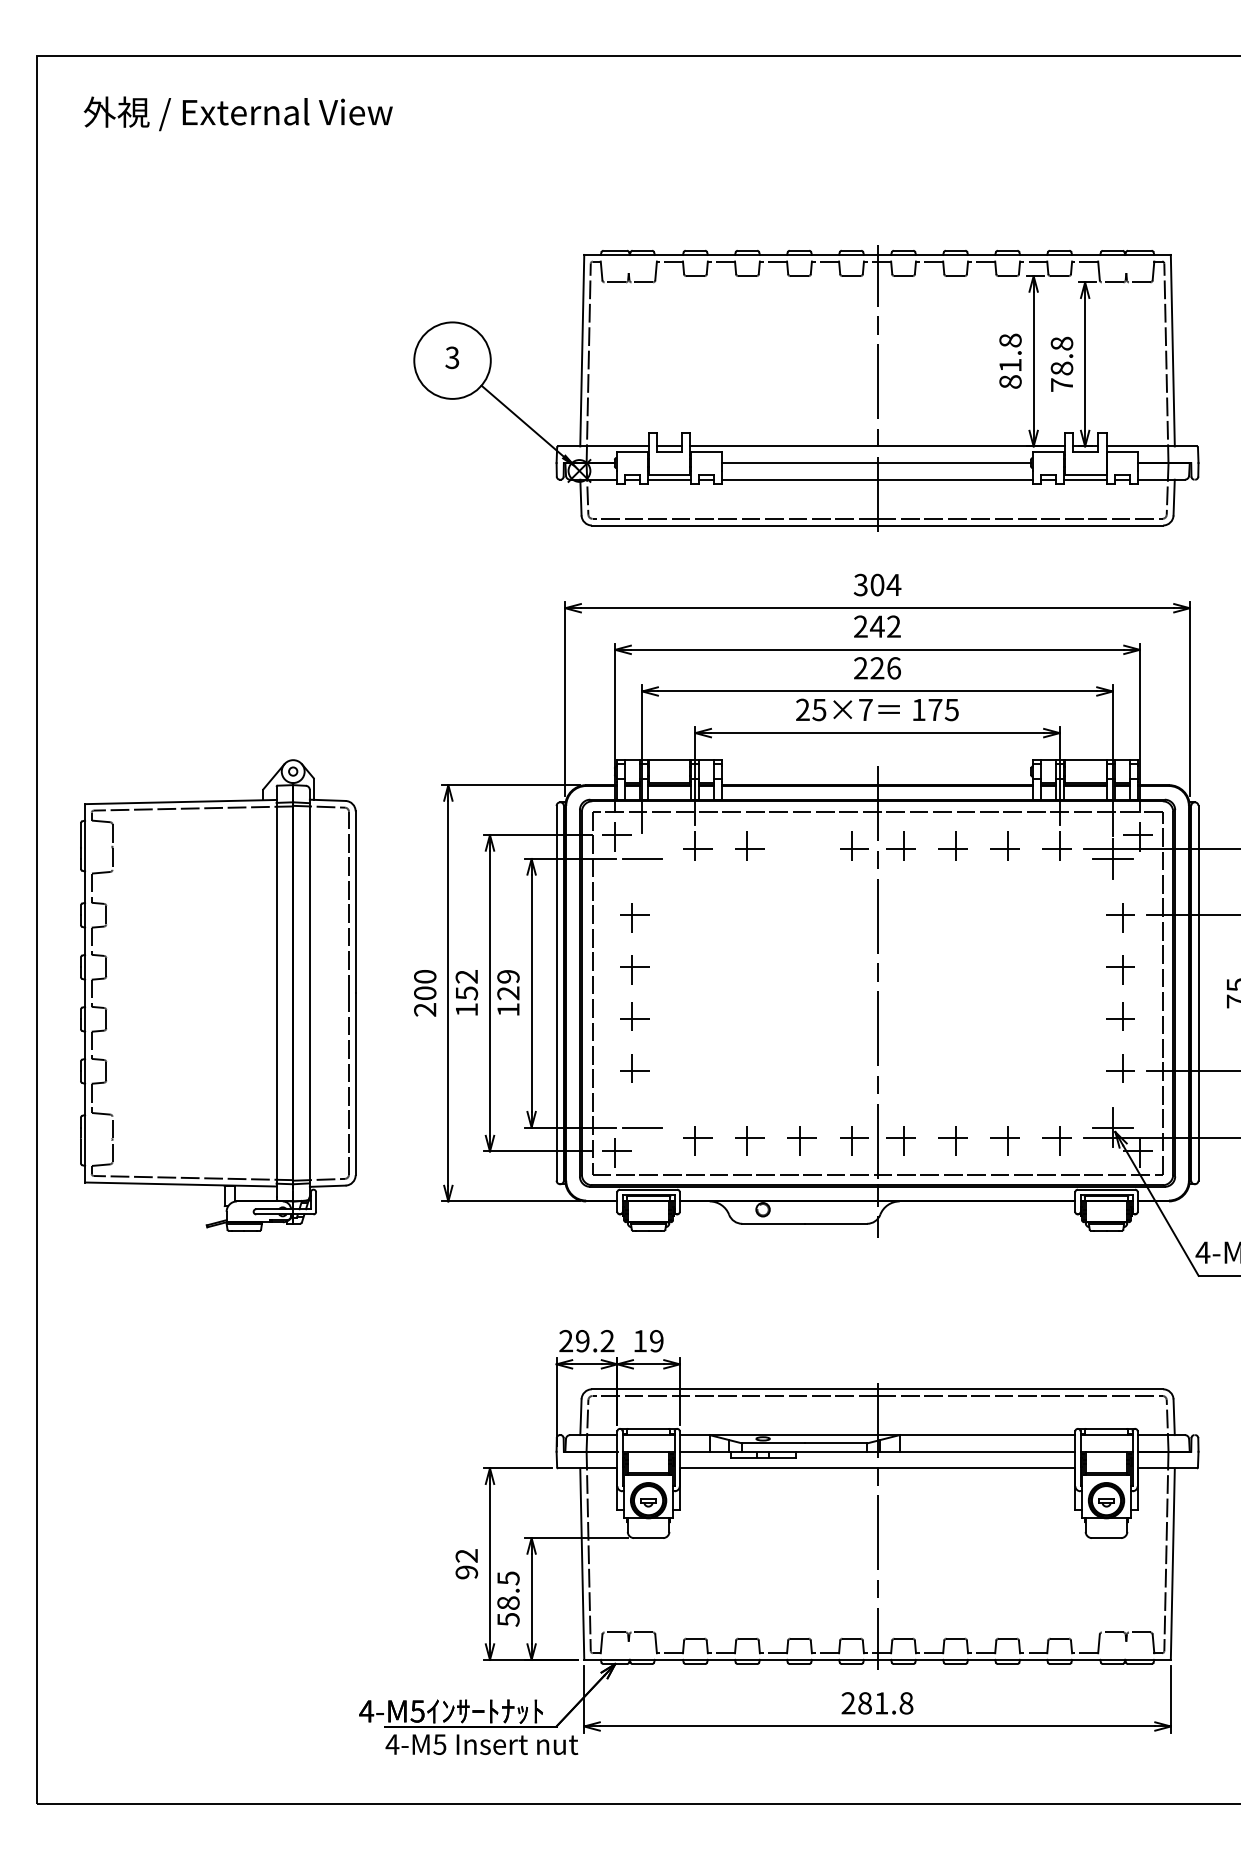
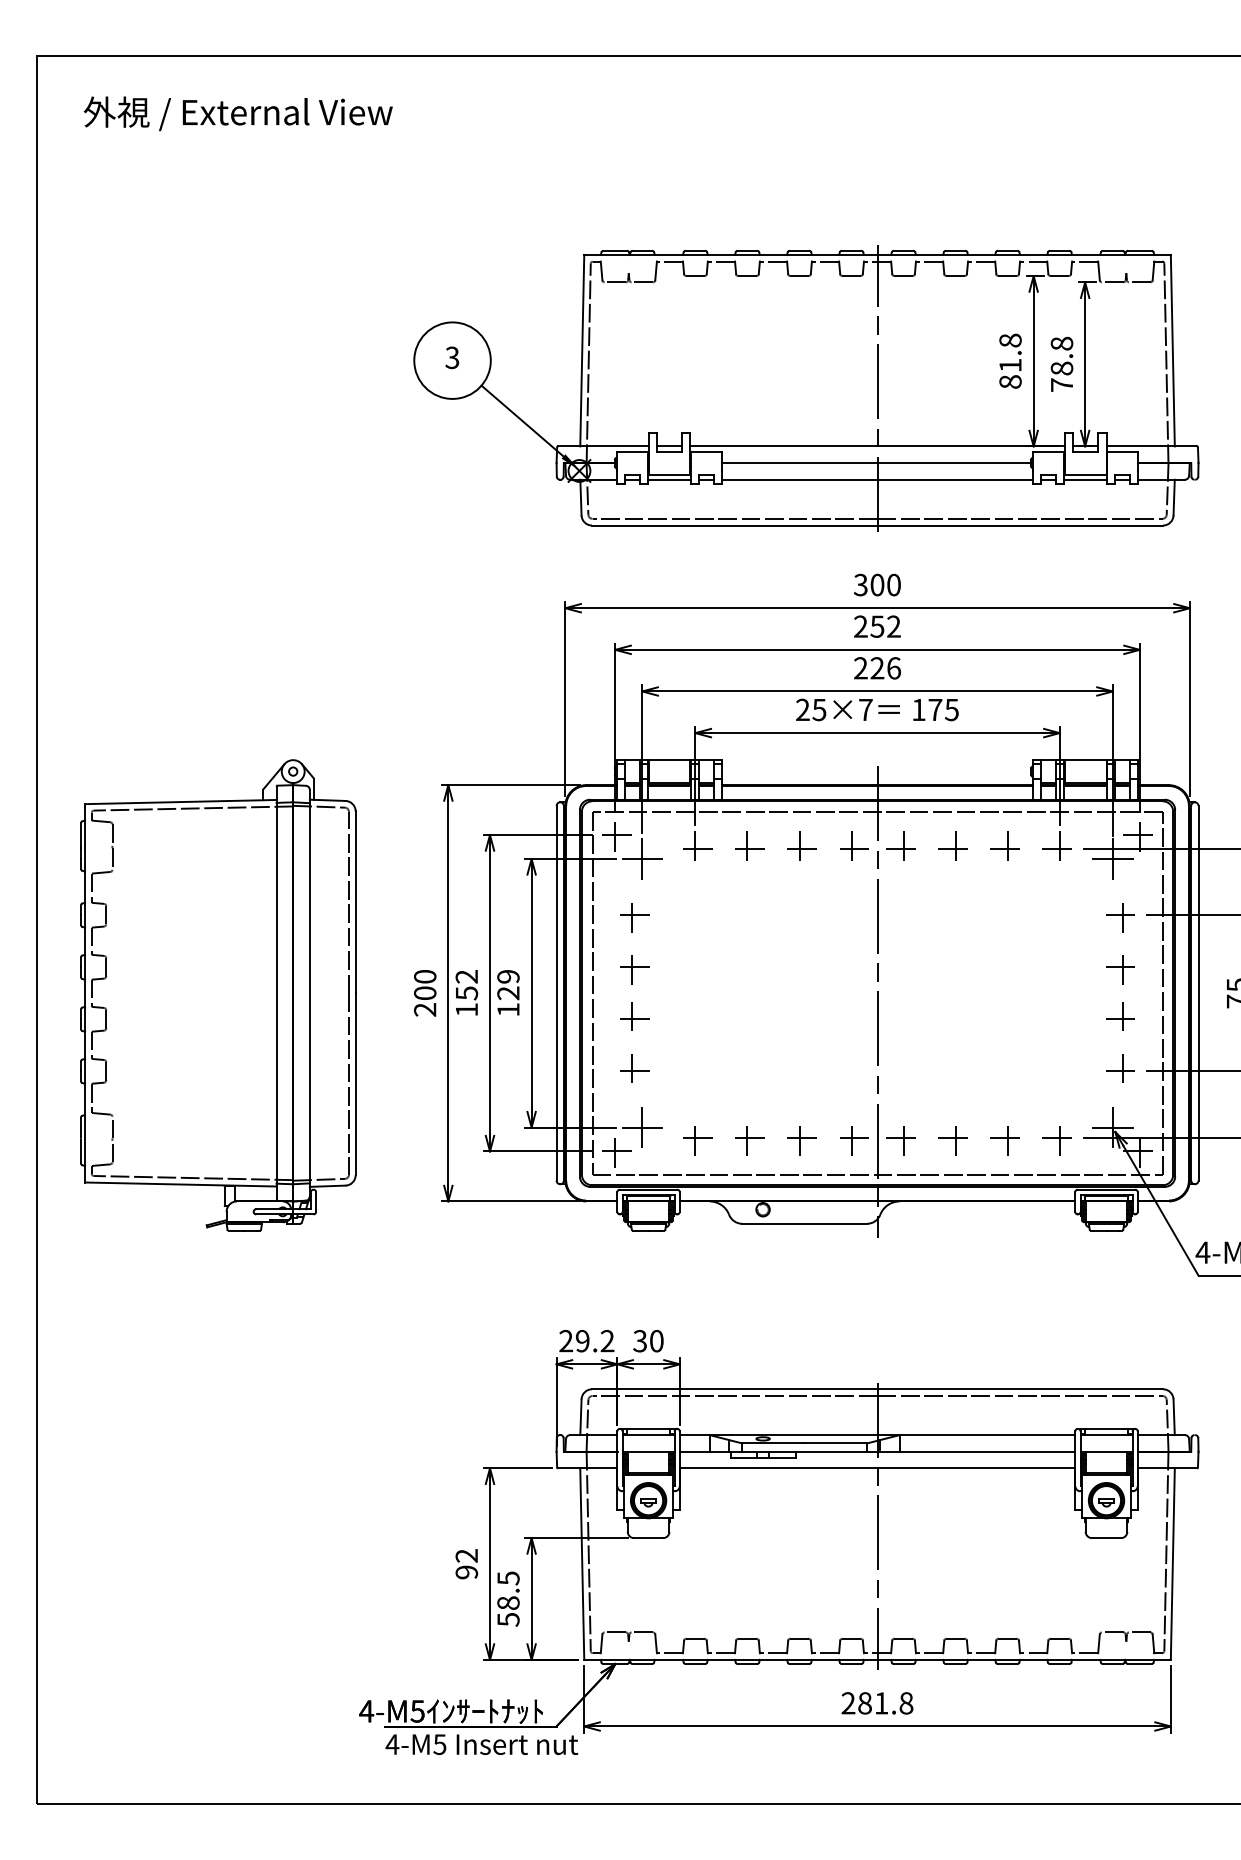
text at (893, 584): 304 -> 300
text at (876, 626): 242 -> 252
part at (801, 845): none -> present
line at (642, 858): none -> present
line at (642, 1127): none -> present
text at (648, 1340): 19 -> 30
